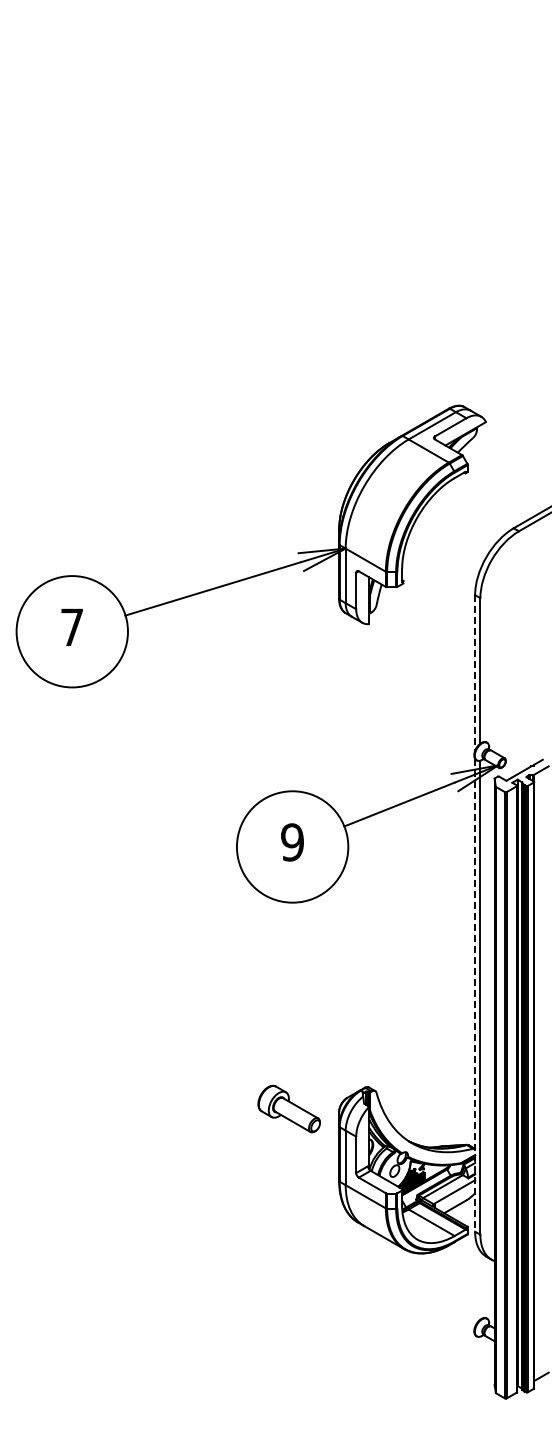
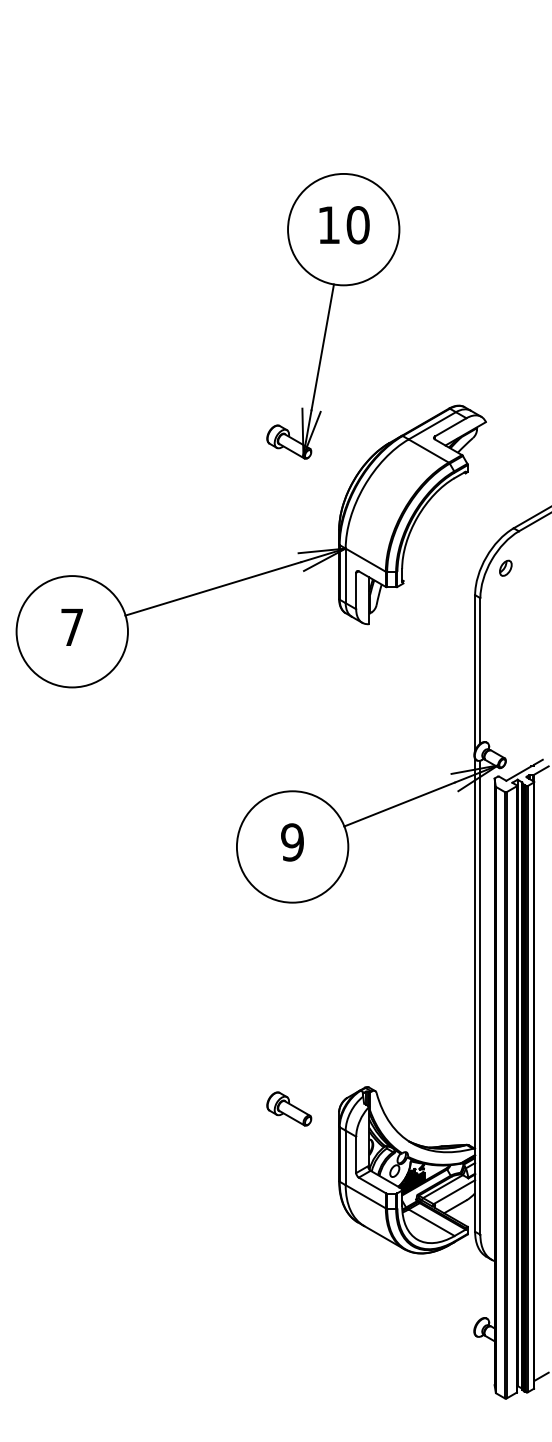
part at (333, 316): none -> present
part at (505, 567): none -> present
line at (475, 673): dashed -> solid
line at (475, 995): dashed -> solid
part at (288, 1108) size: 64x50 px -> 47x36 px
